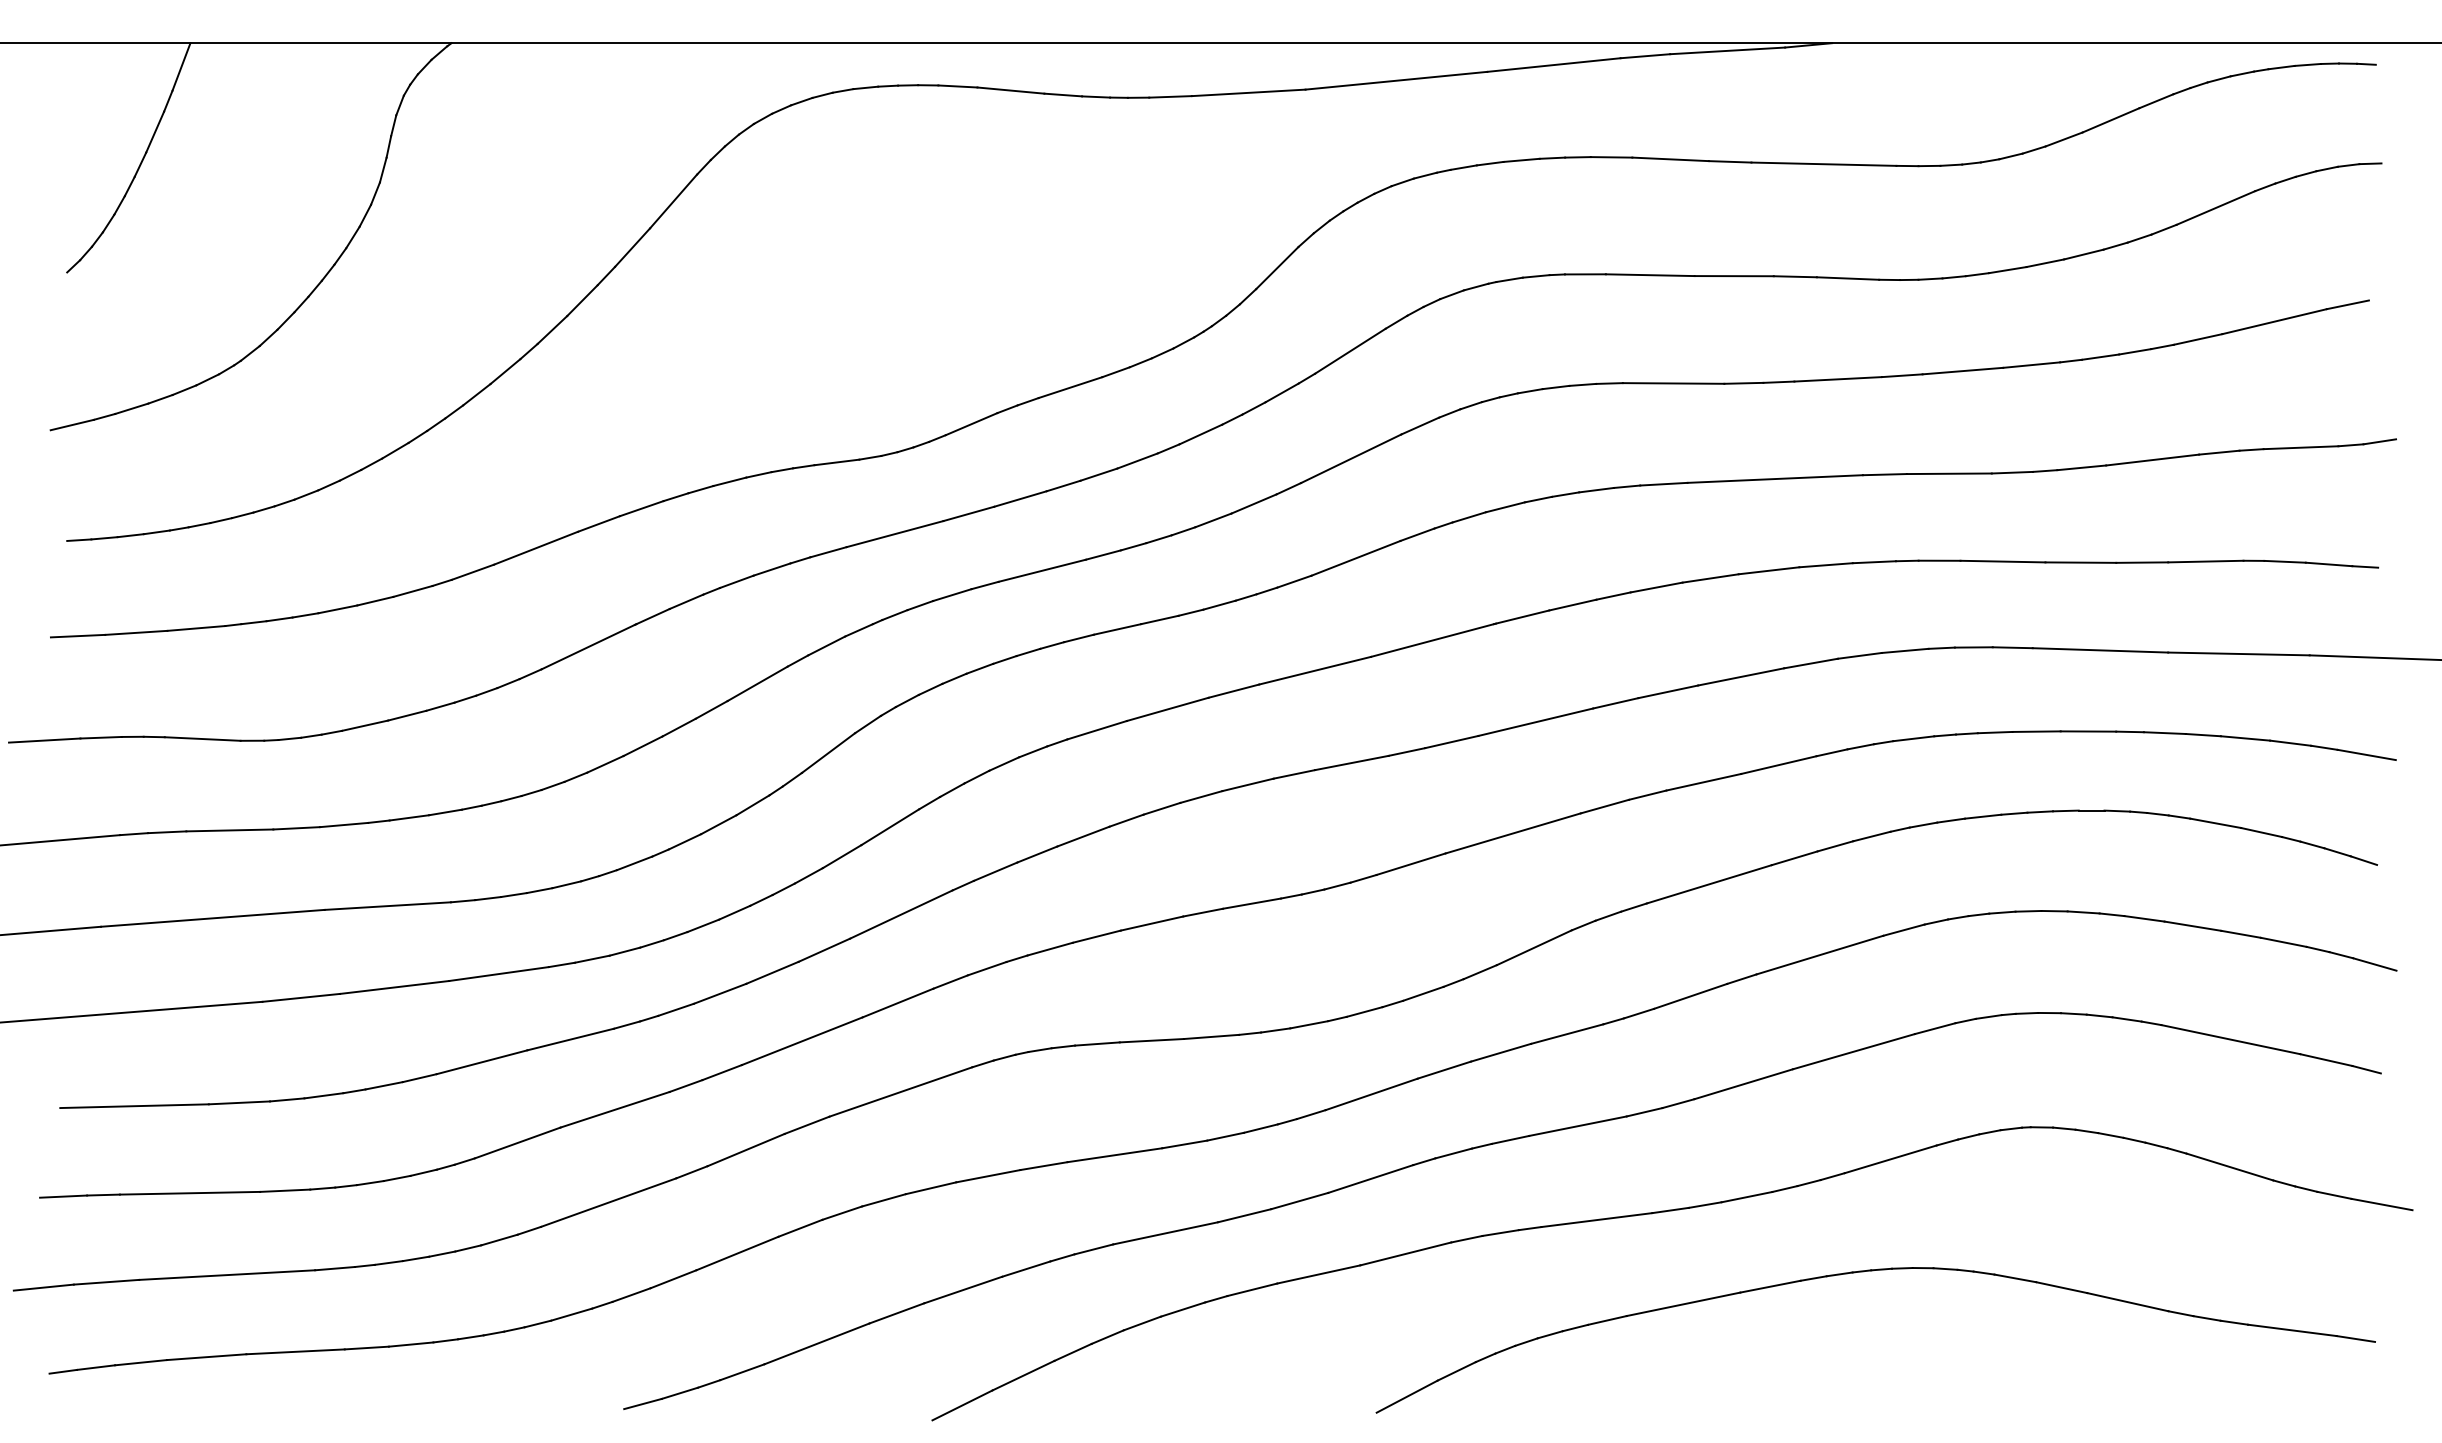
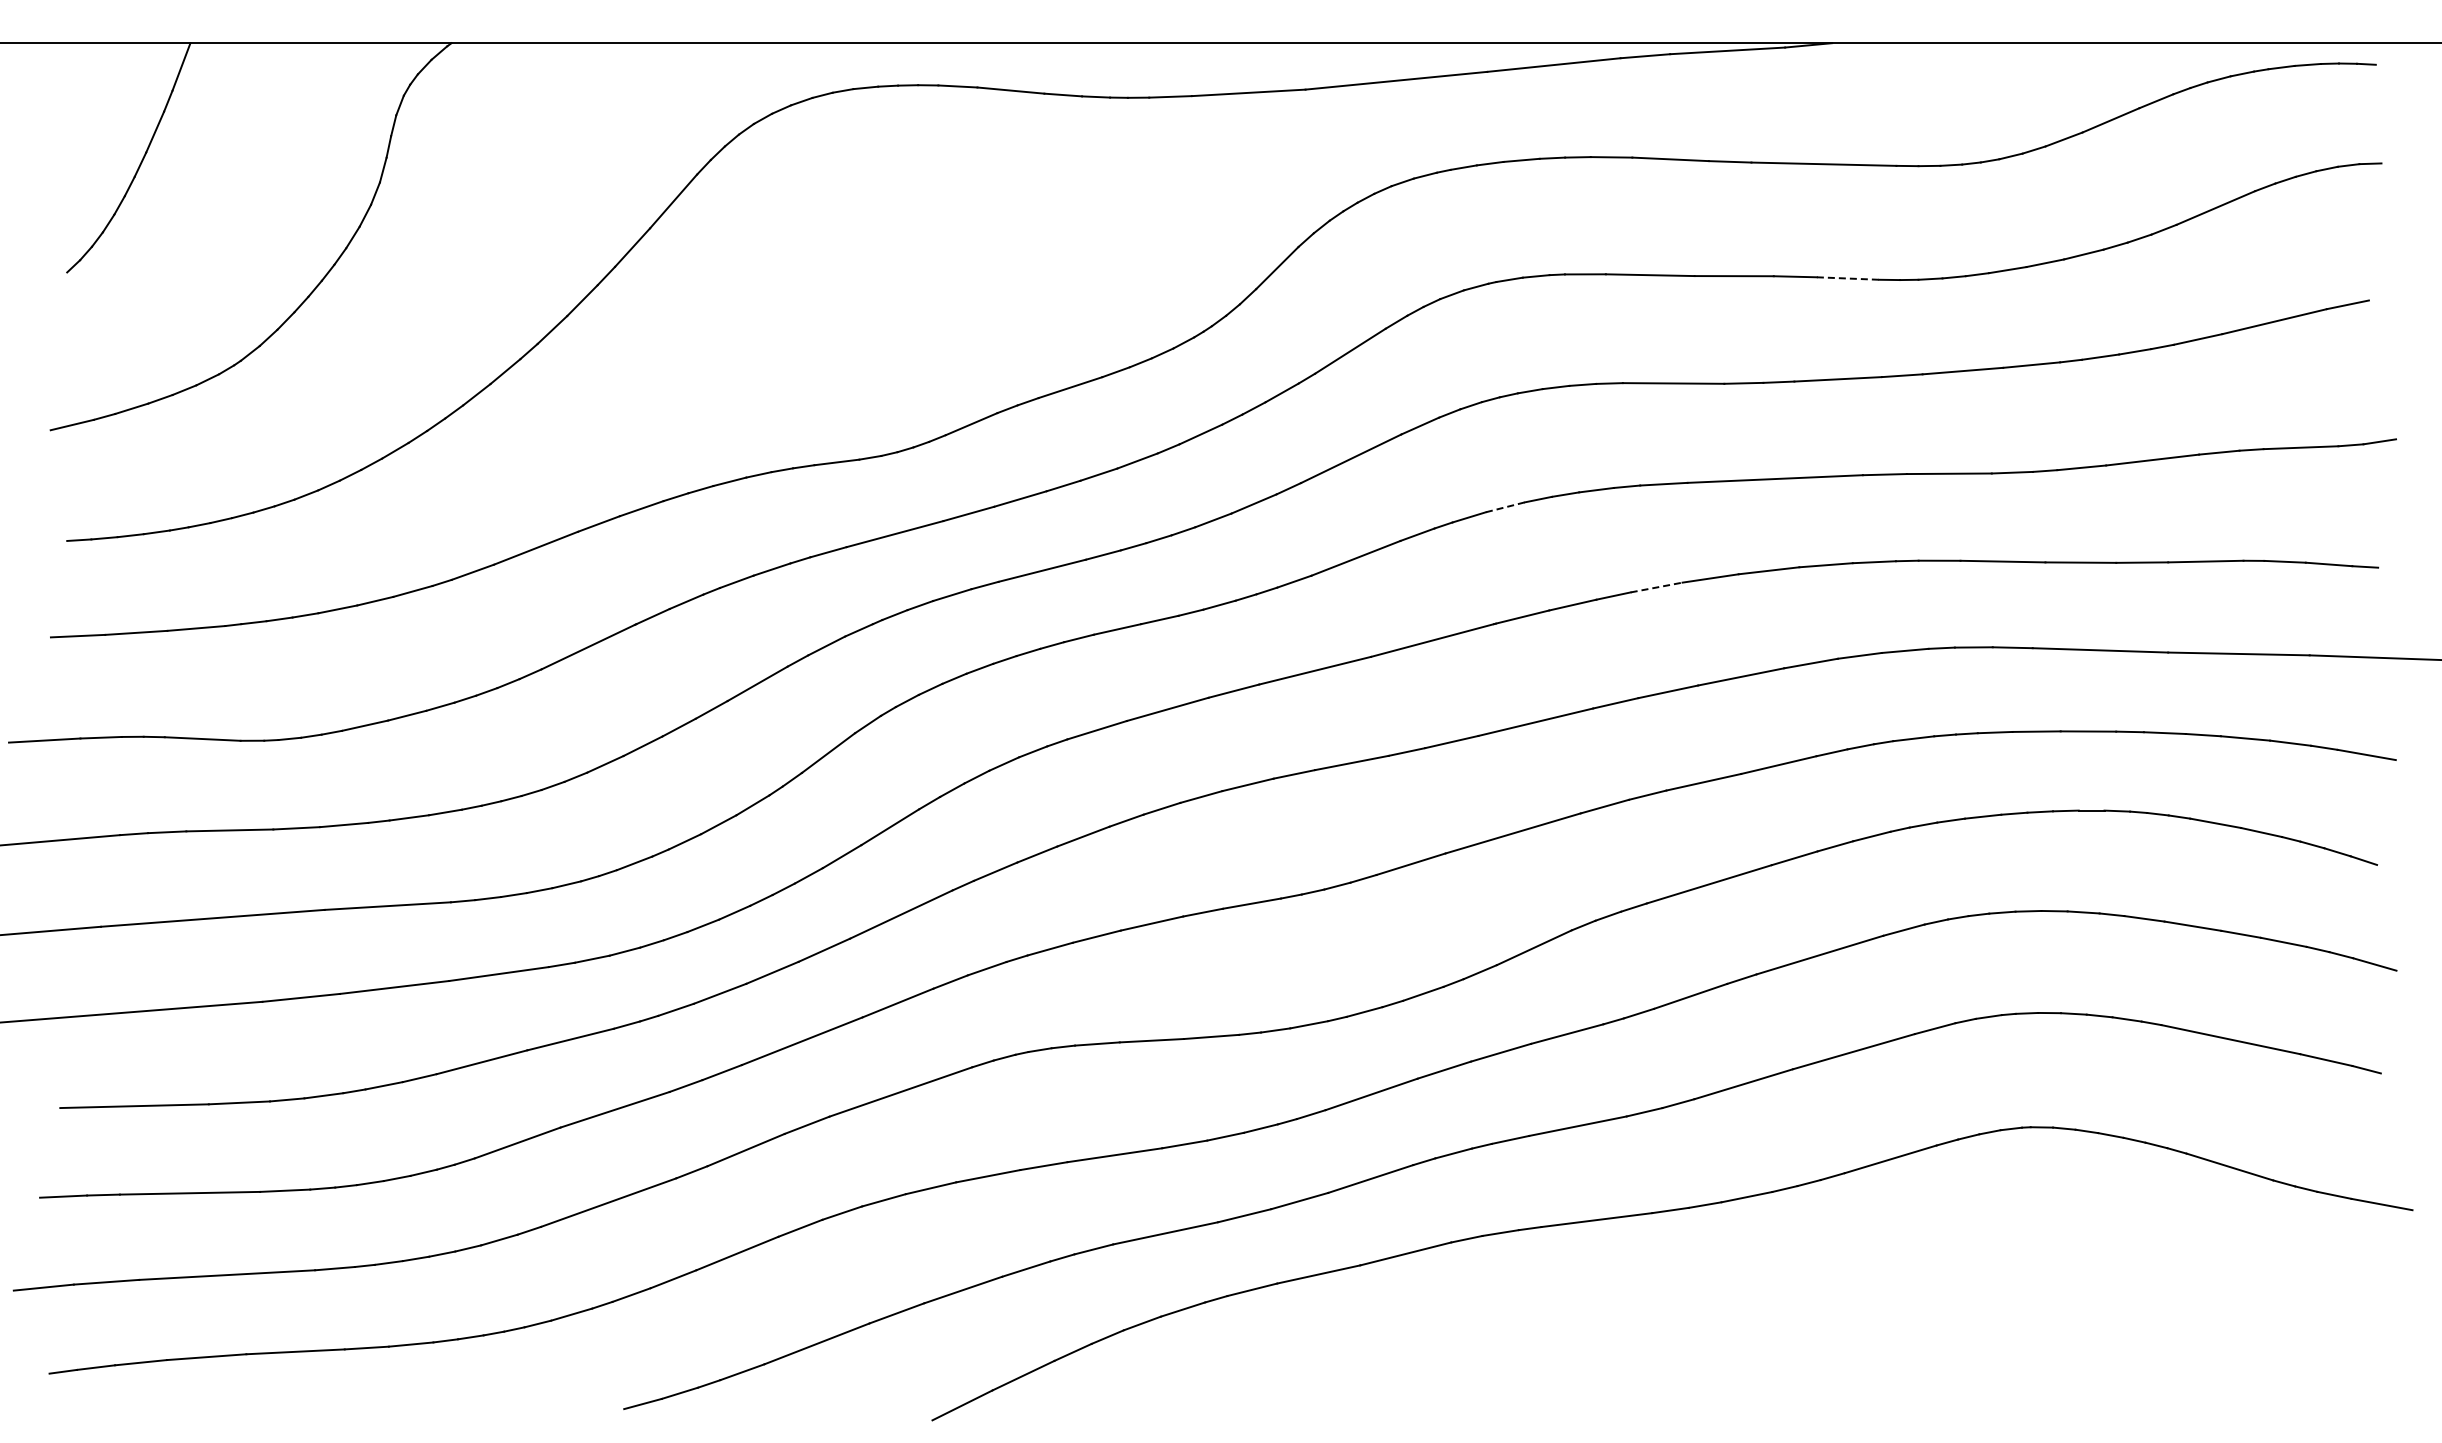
line at (1848, 278): solid -> dashed
line at (1505, 507): solid -> dashed
line at (1657, 587): solid -> dashed
part at (1873, 1271): present -> none
